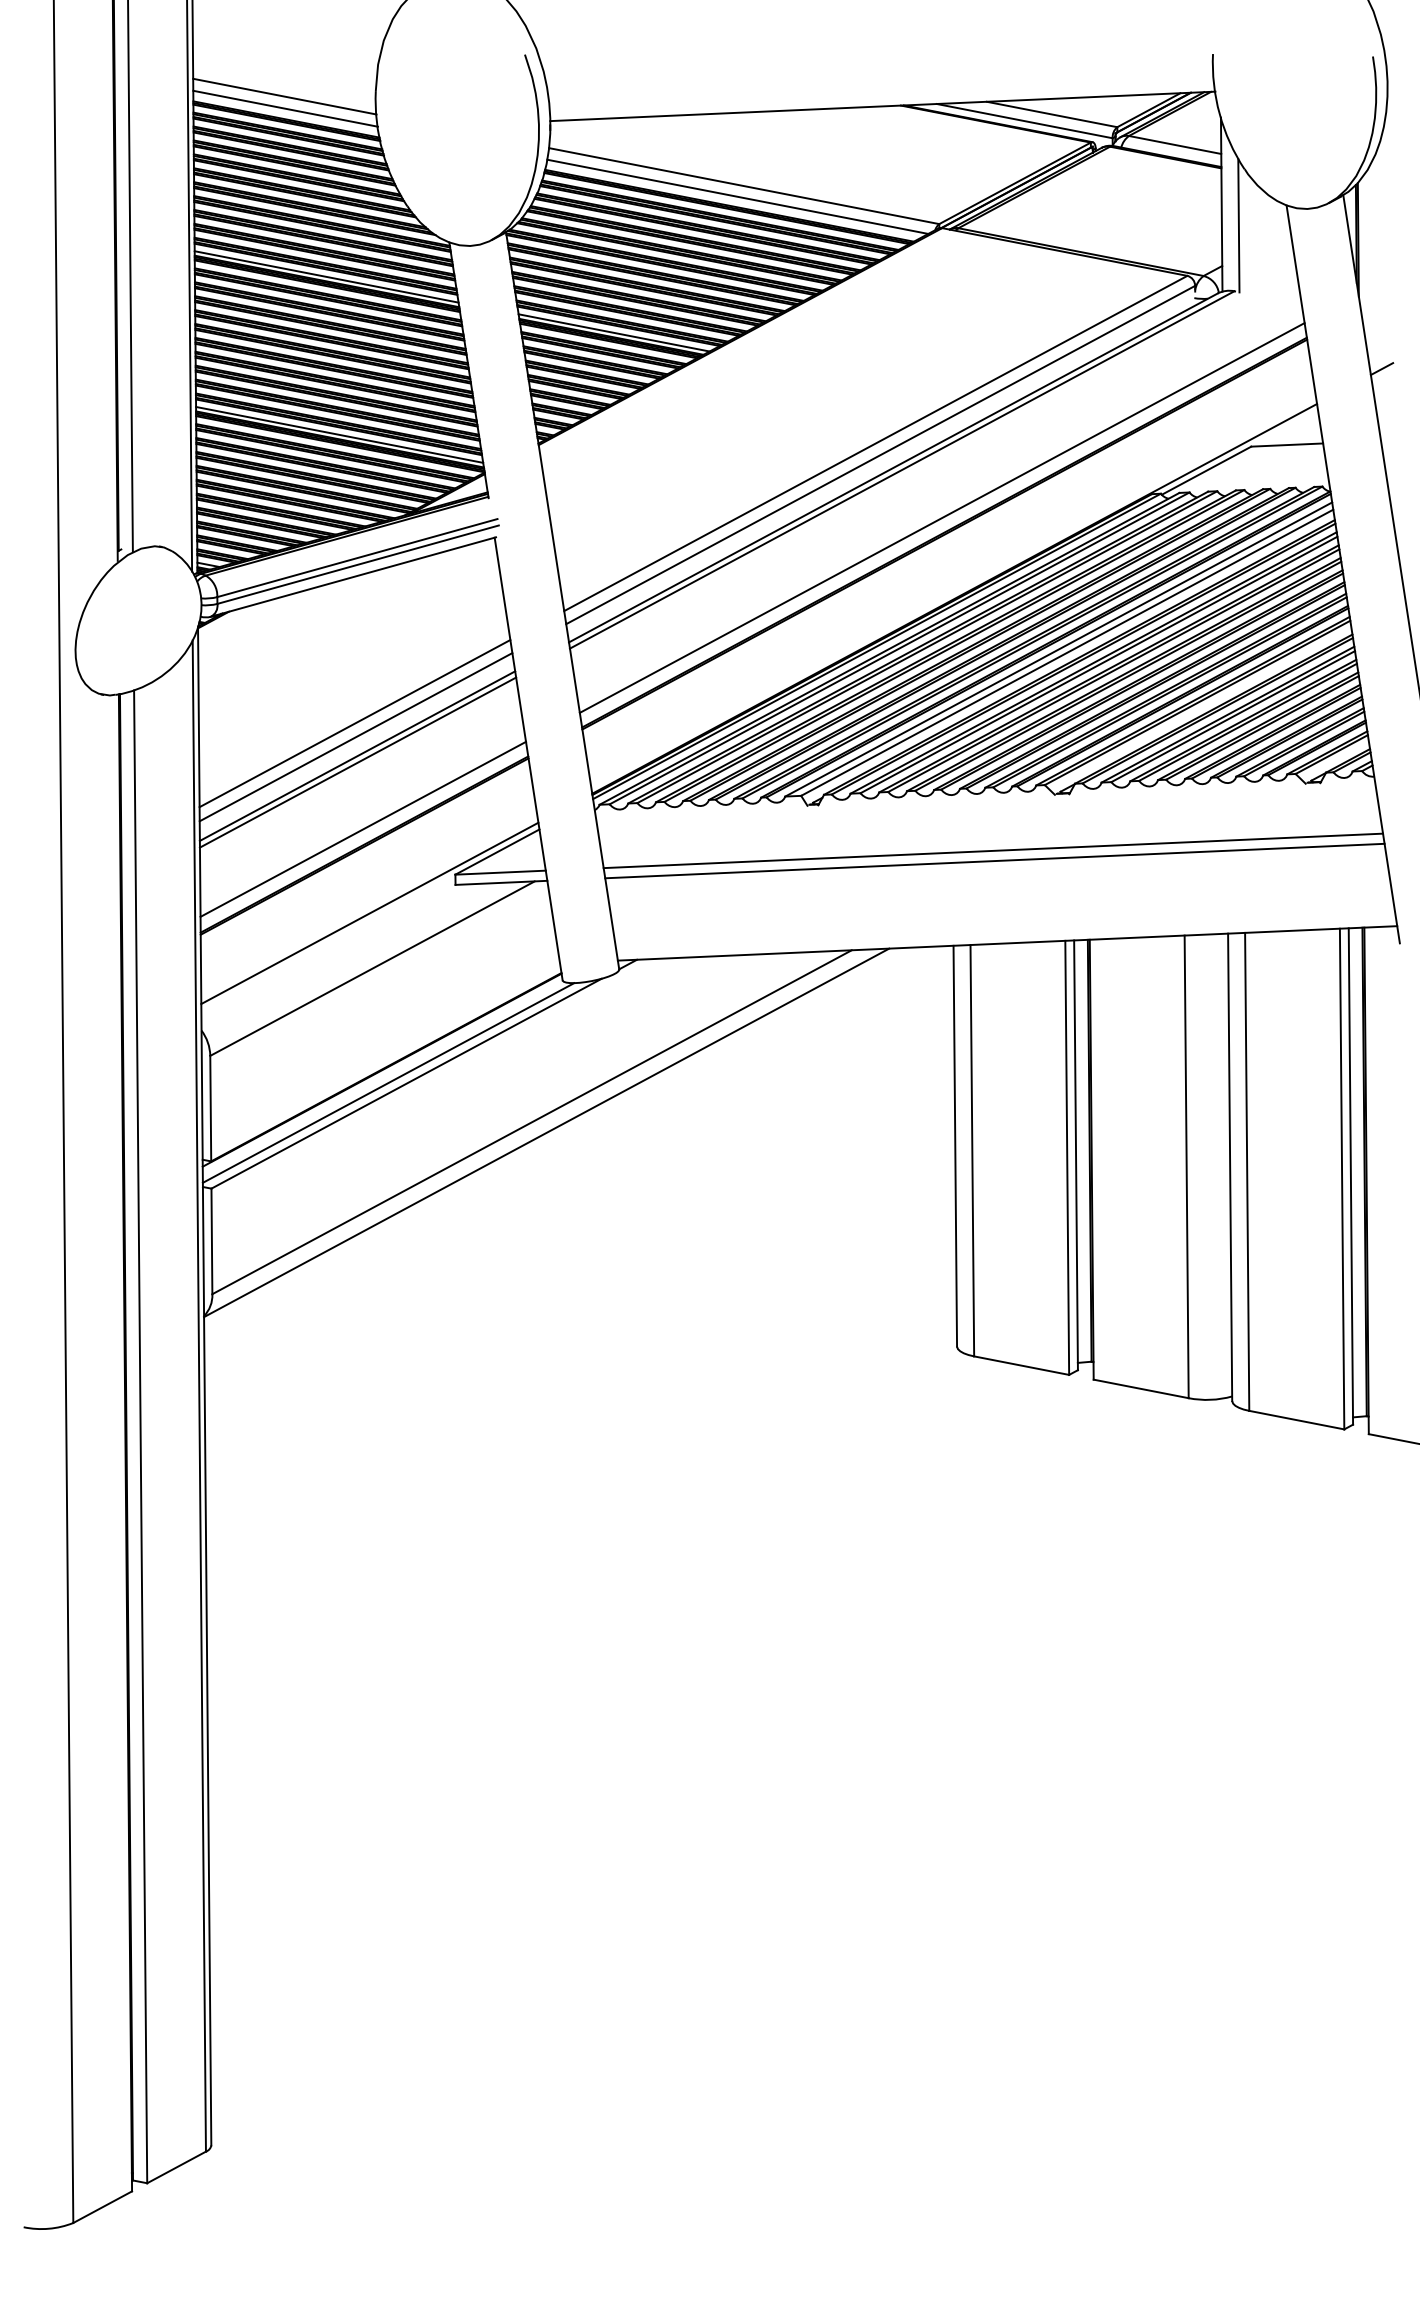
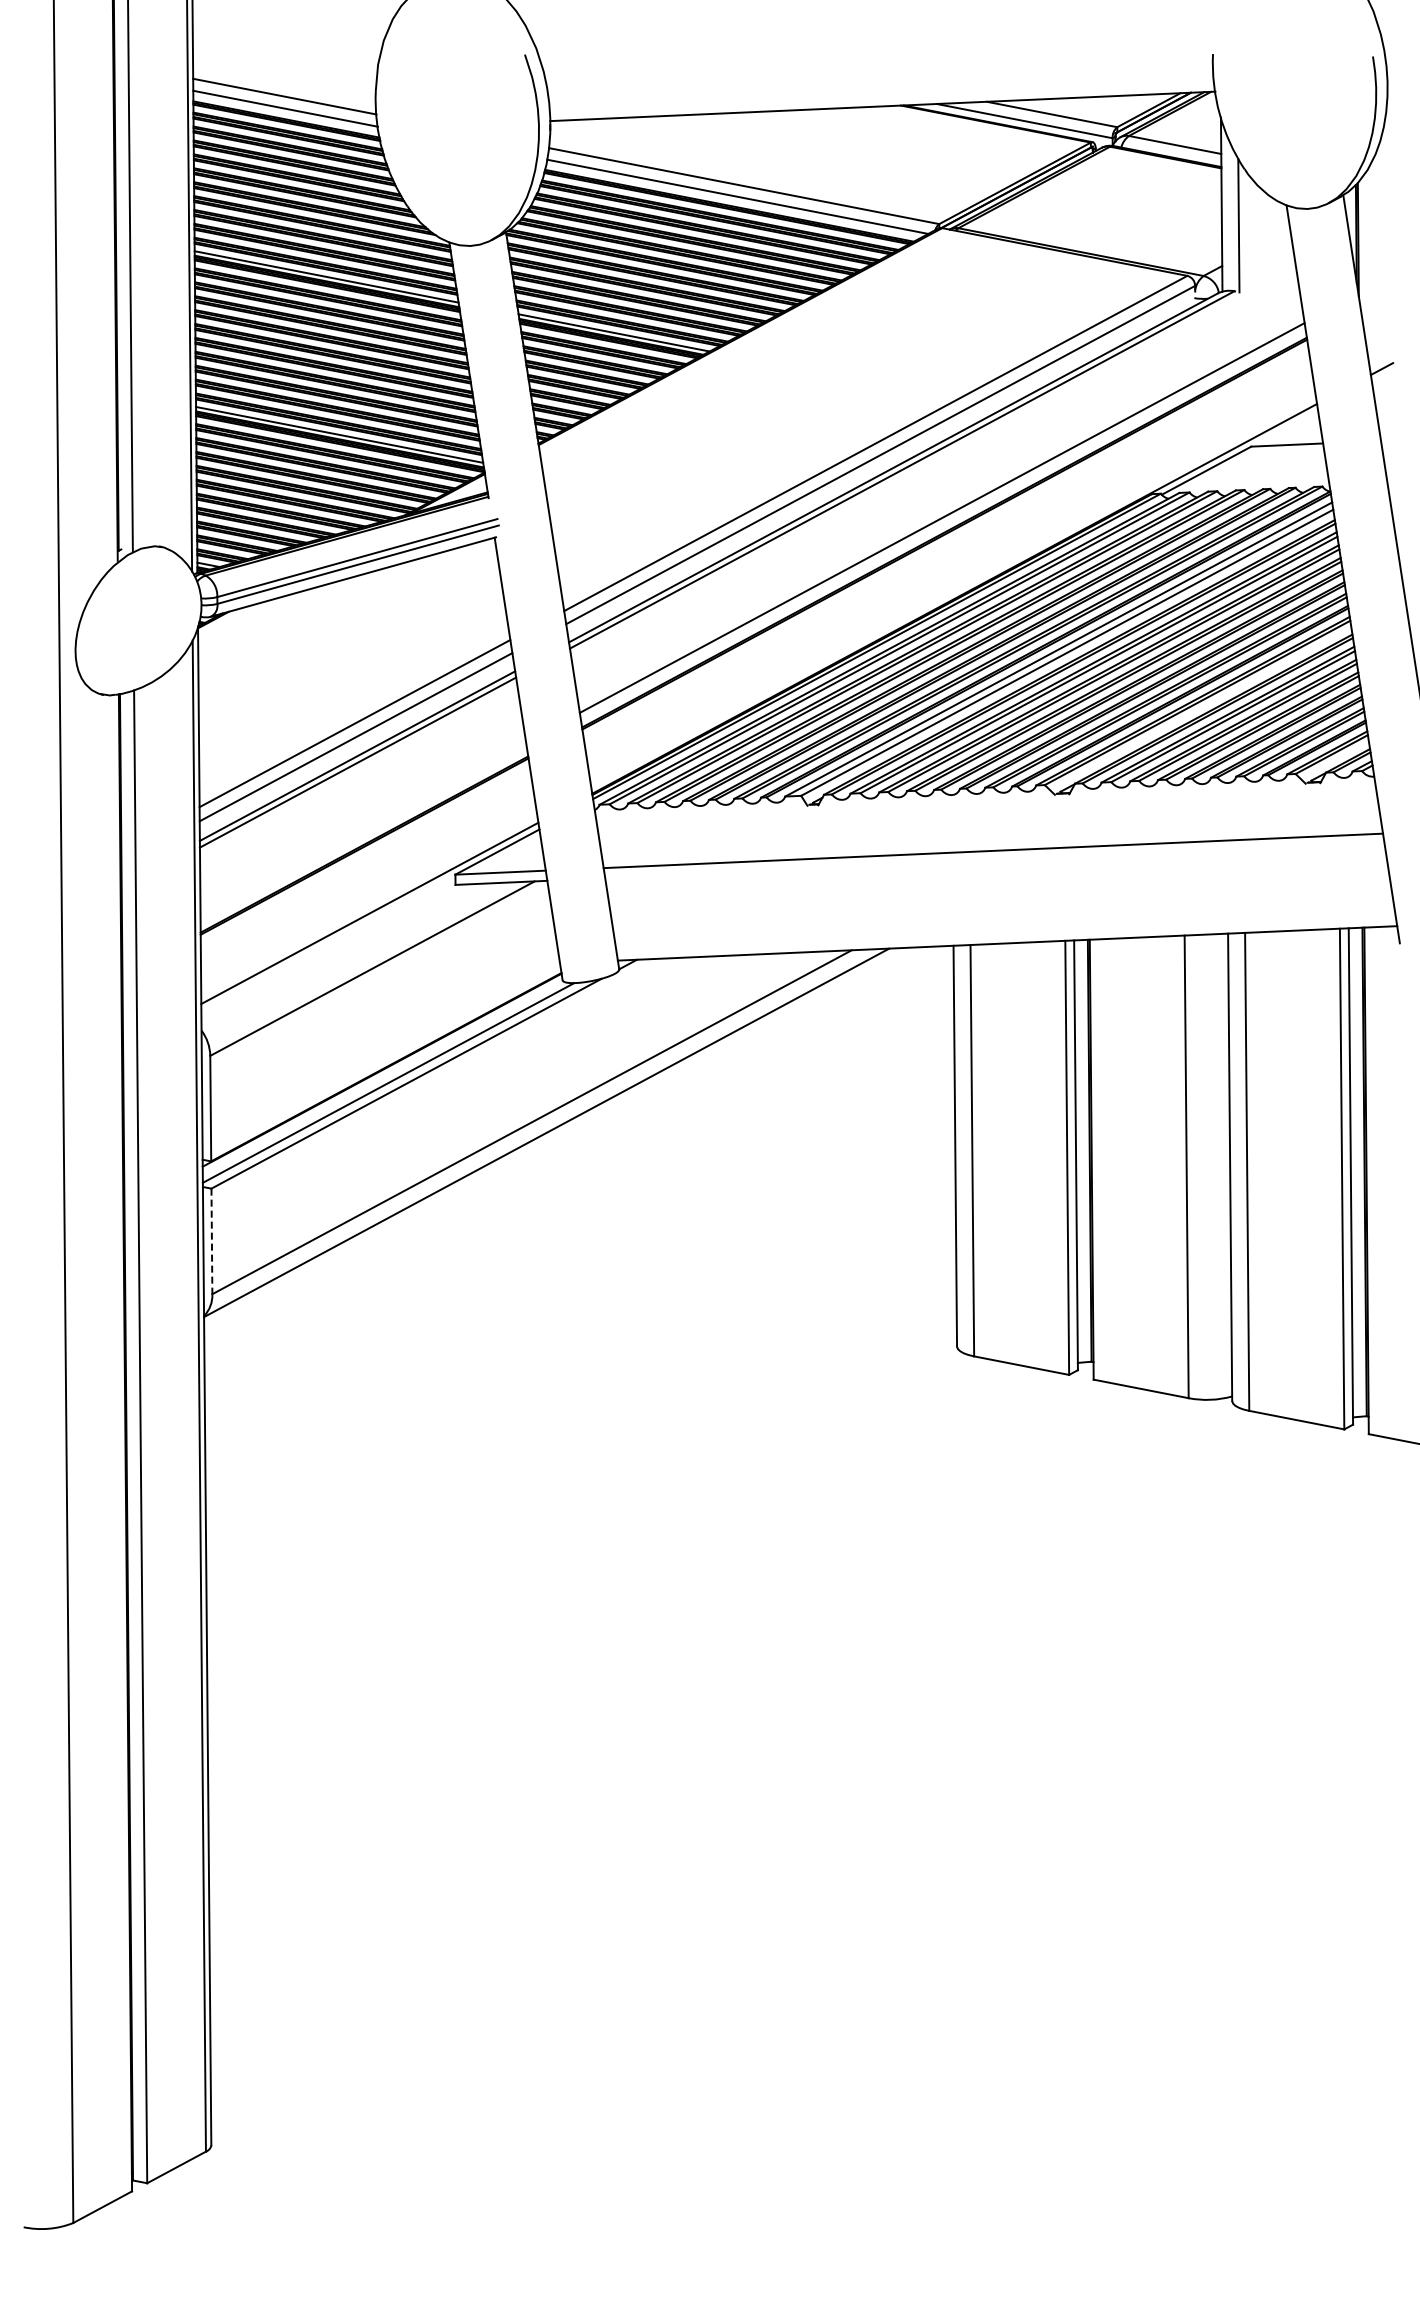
line at (363, 828): present -> none
line at (994, 860): present -> none
line at (211, 1241): solid -> dashed
